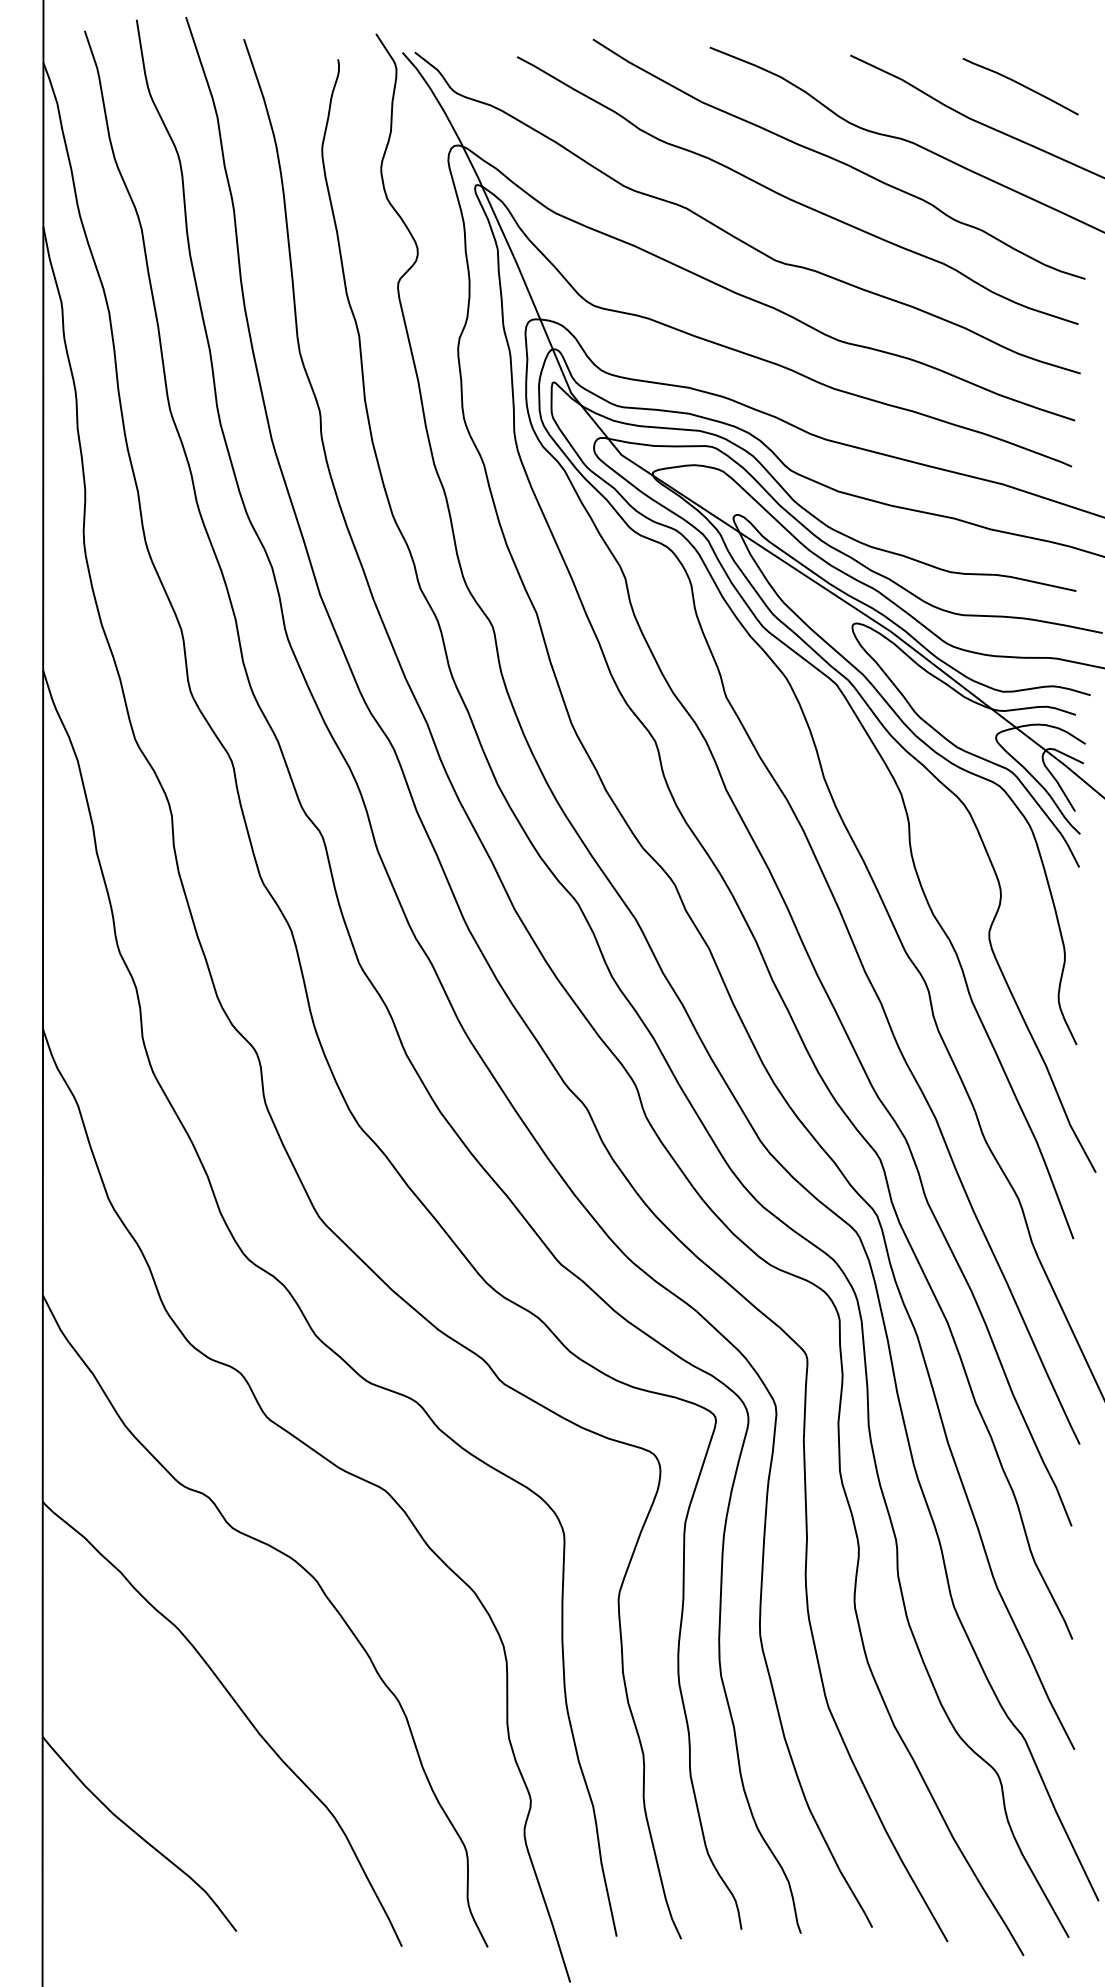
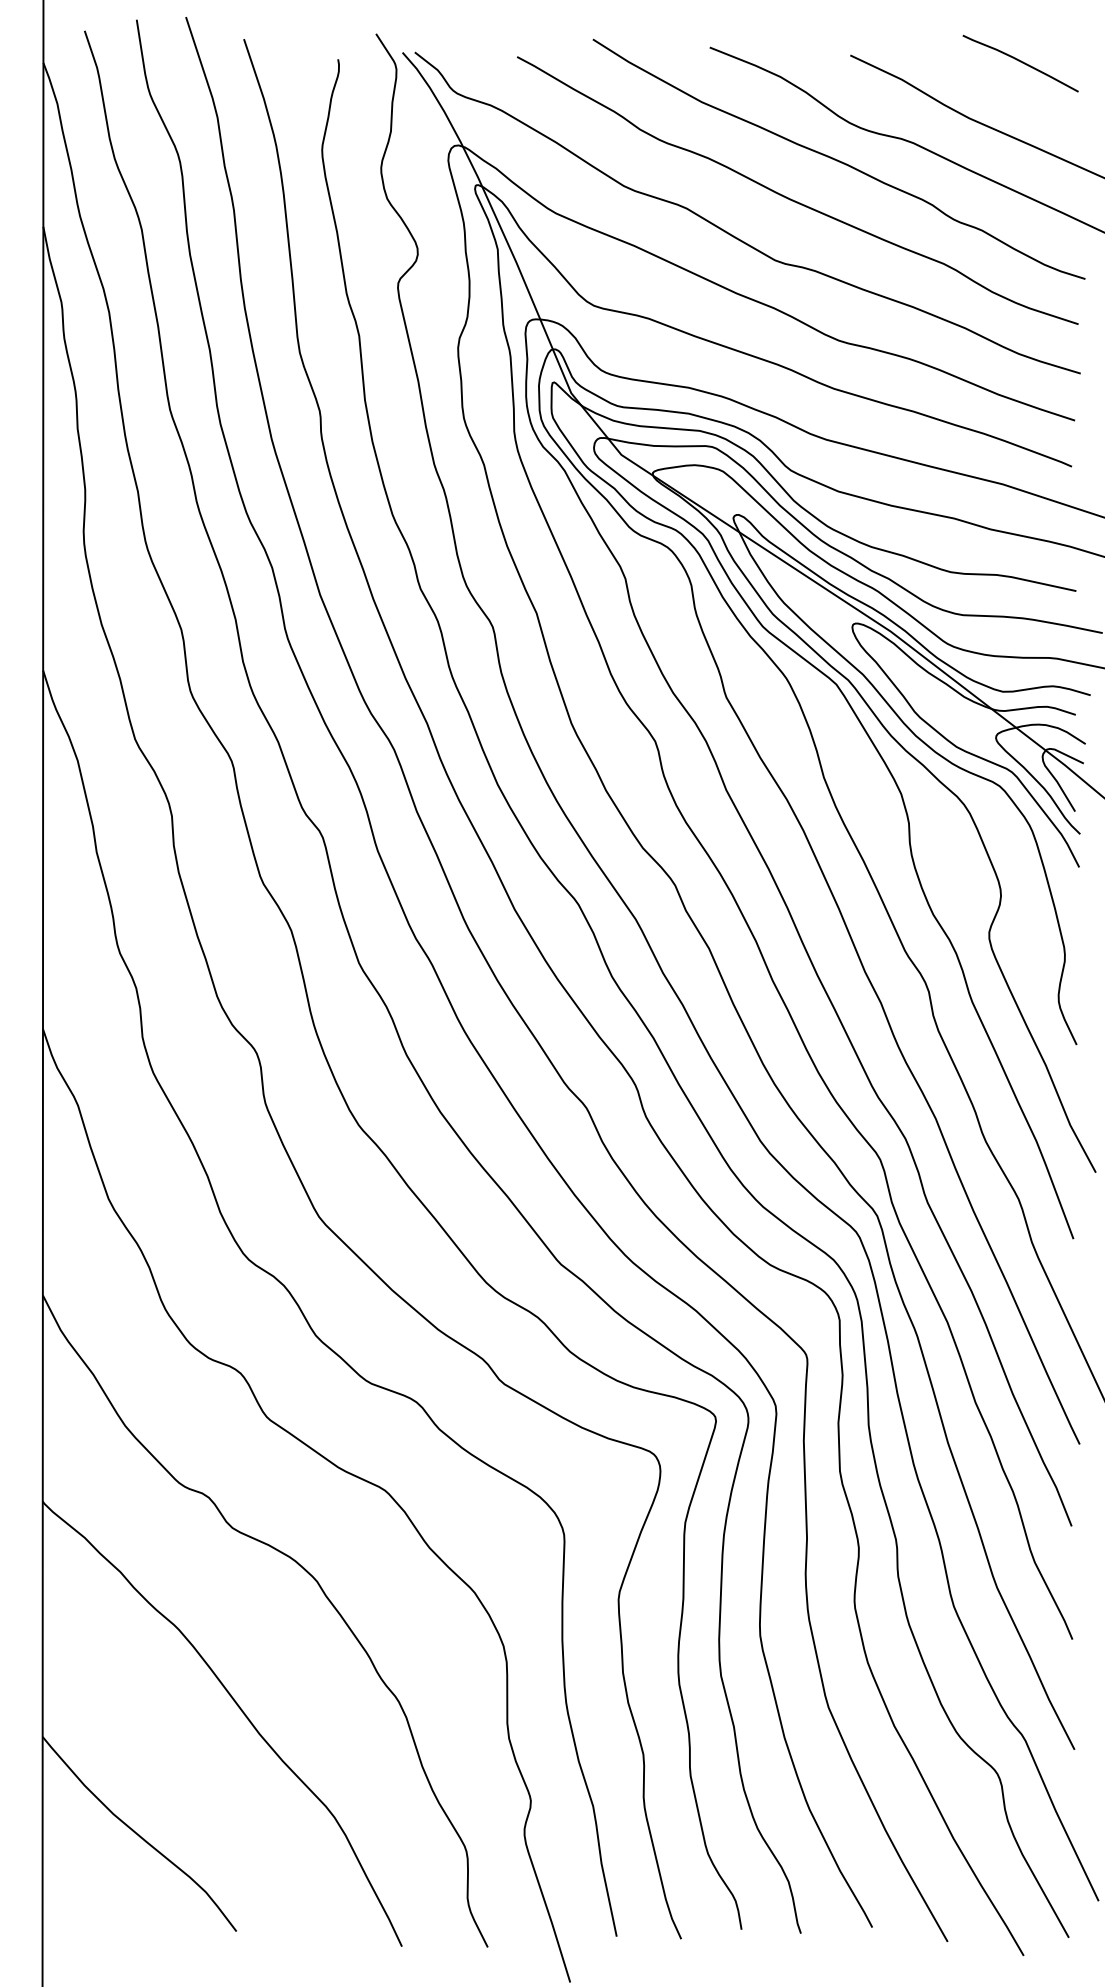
curve at (1020, 85) position: (1020, 85) -> (1020, 62)
